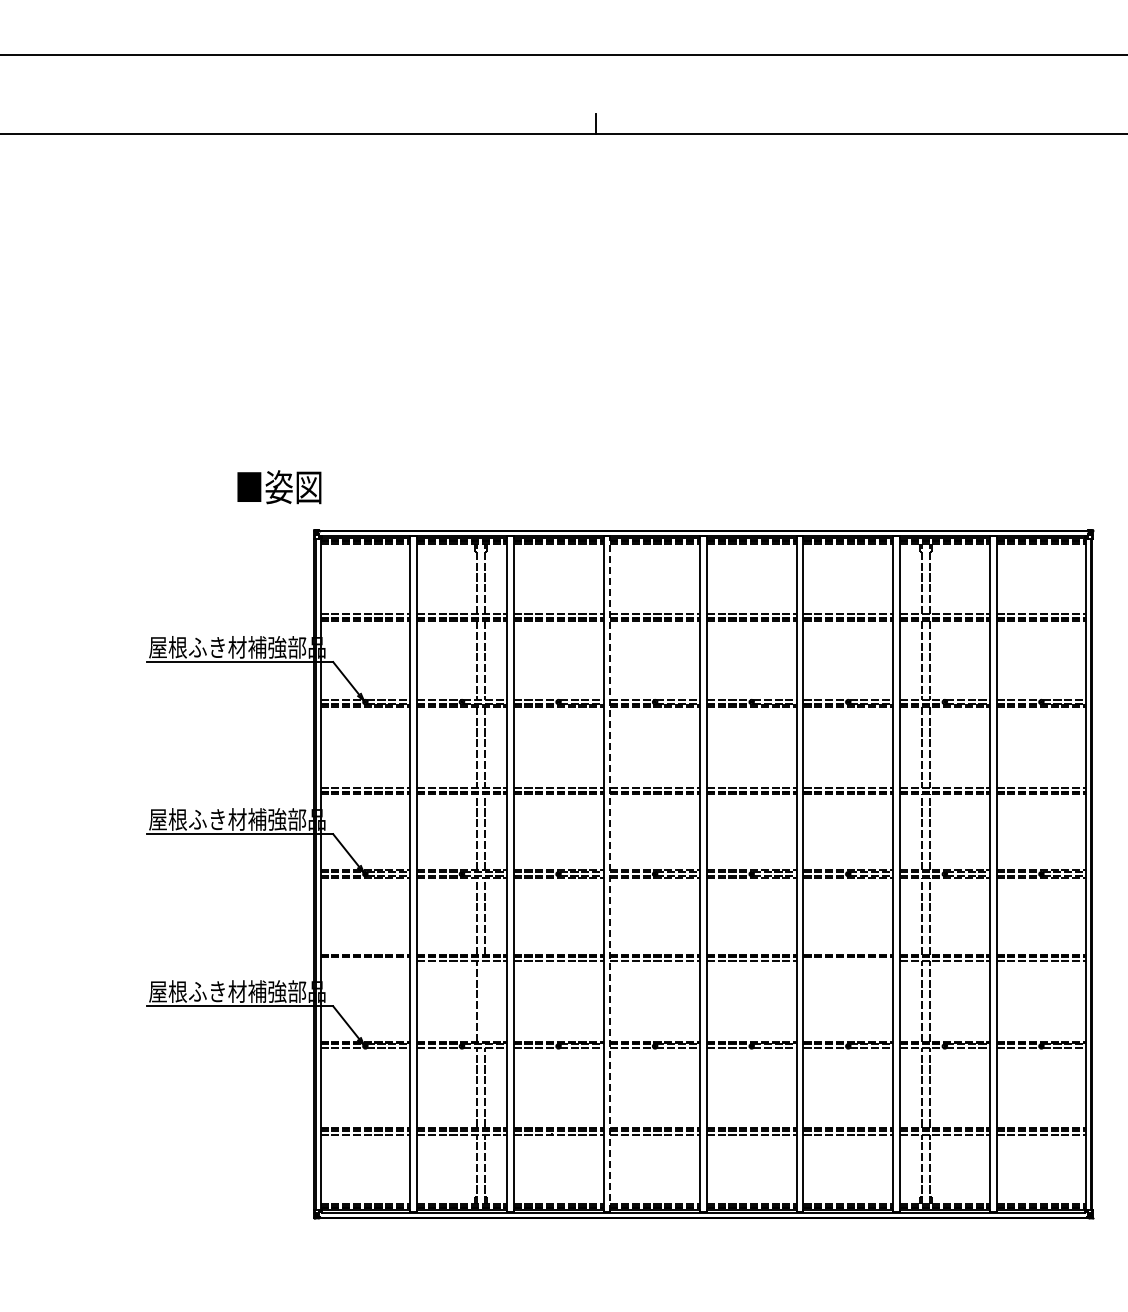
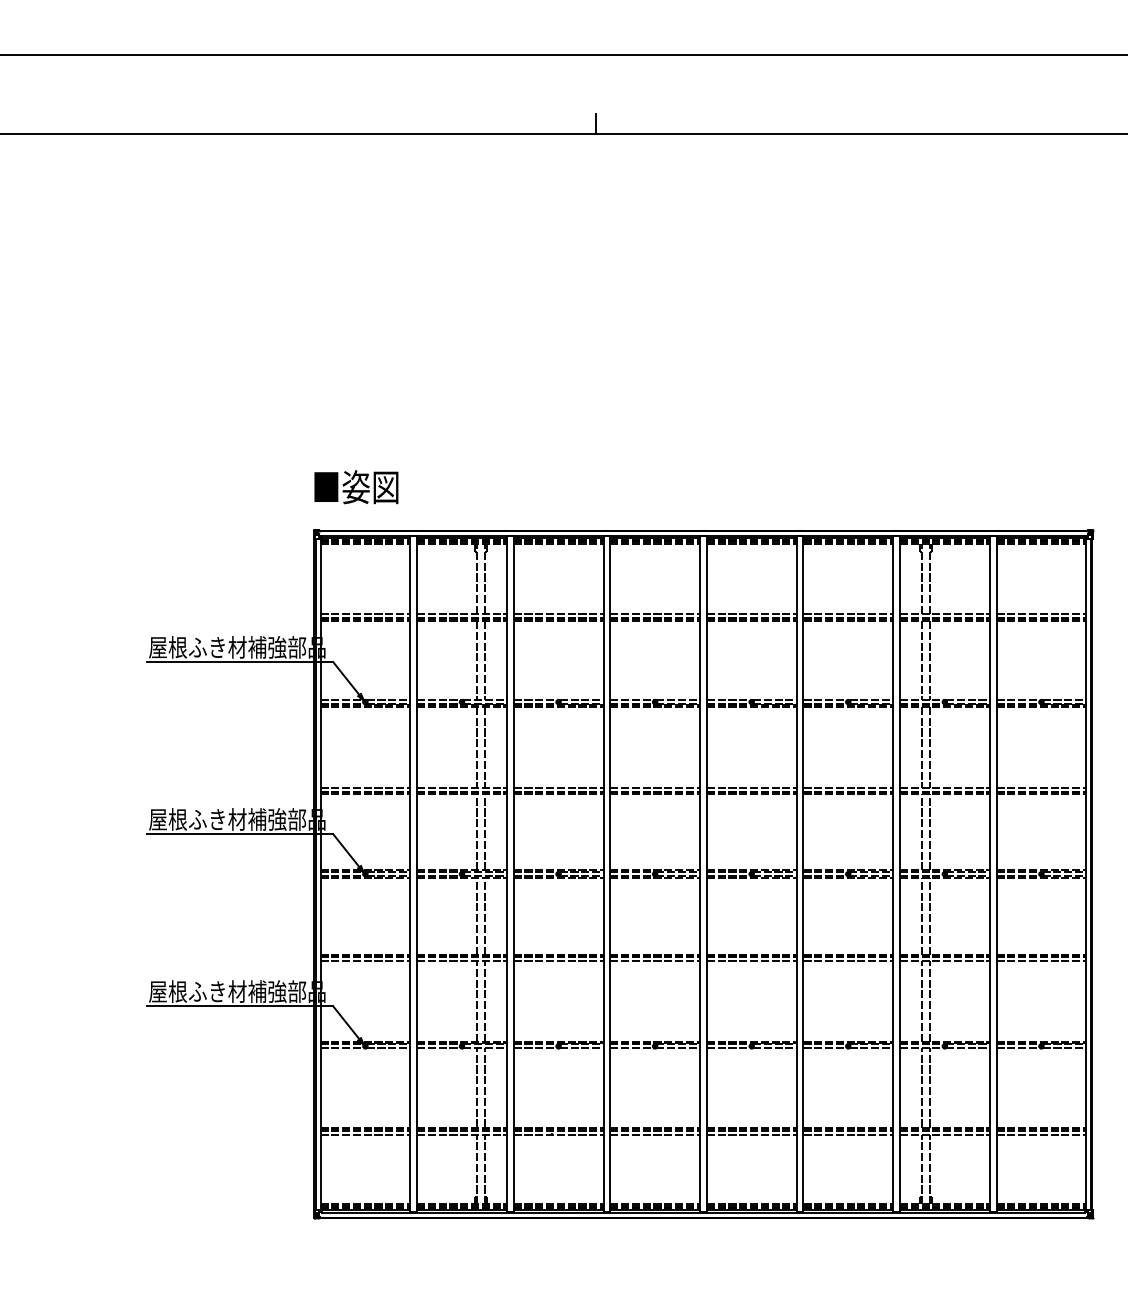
text at (279, 487) position: (279, 487) -> (356, 487)
line at (610, 873): dashed -> solid
line at (365, 960): none -> present
line at (848, 960): none -> present
line at (484, 1000): none -> present
